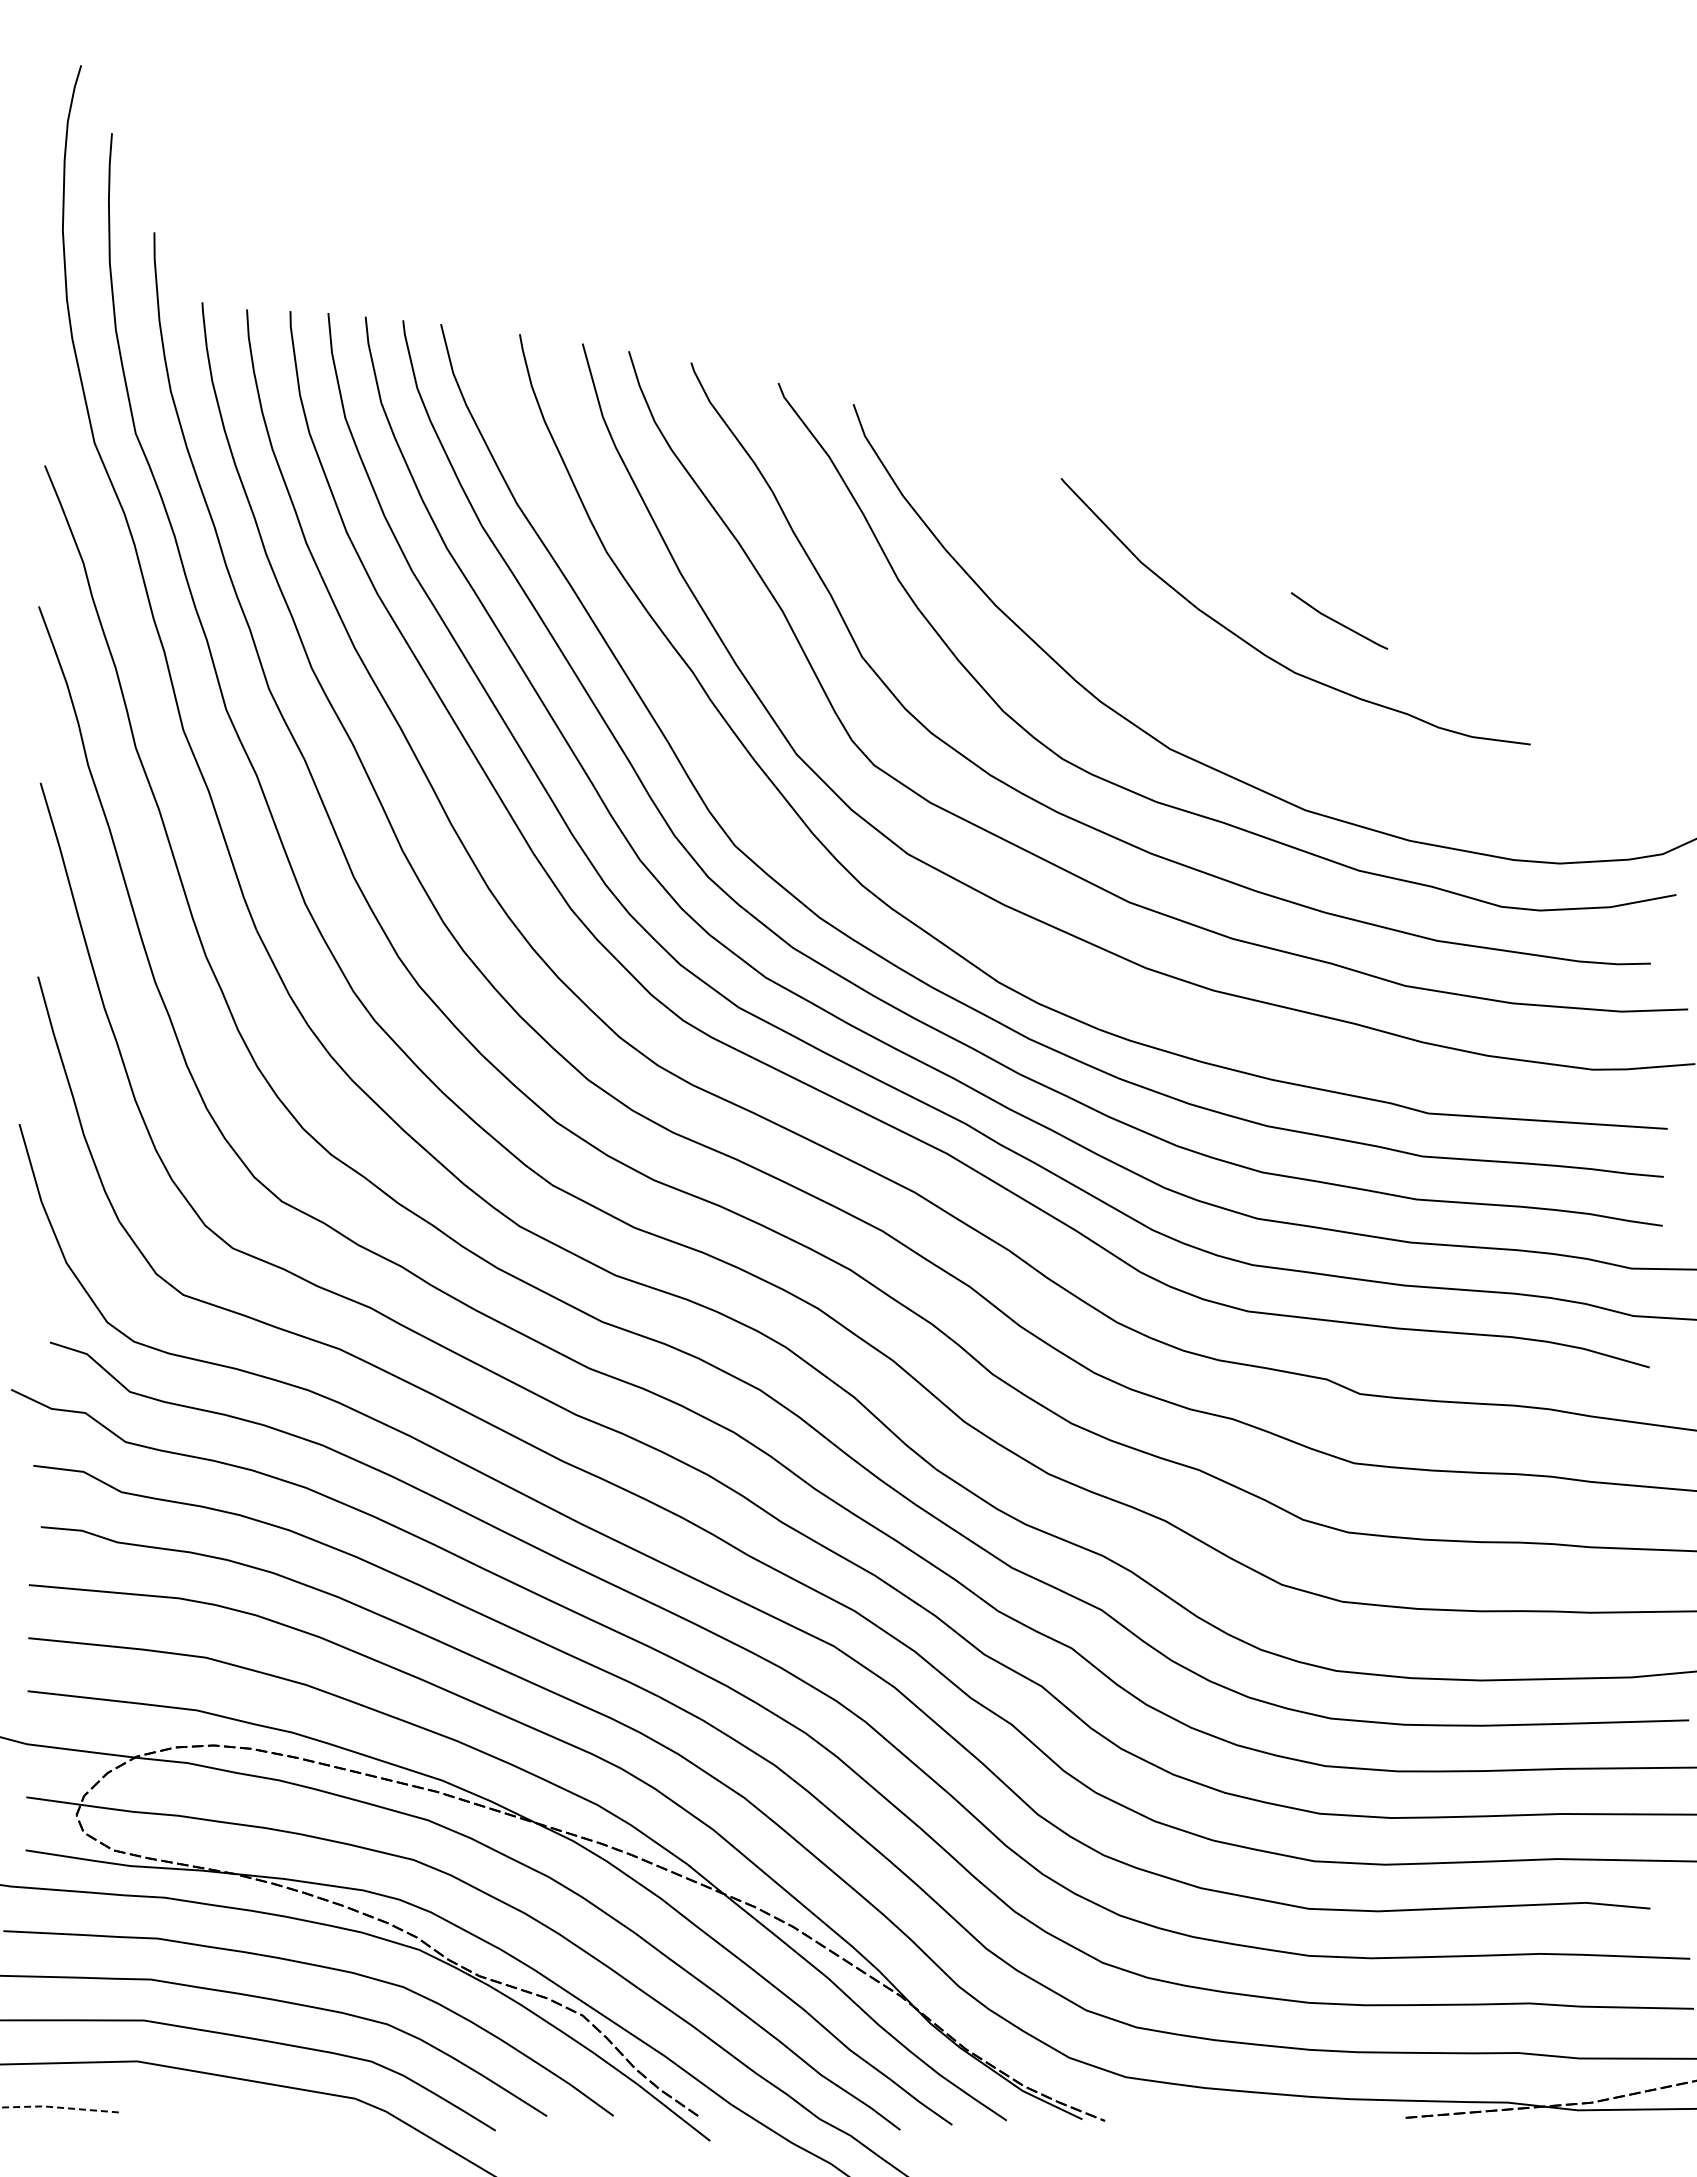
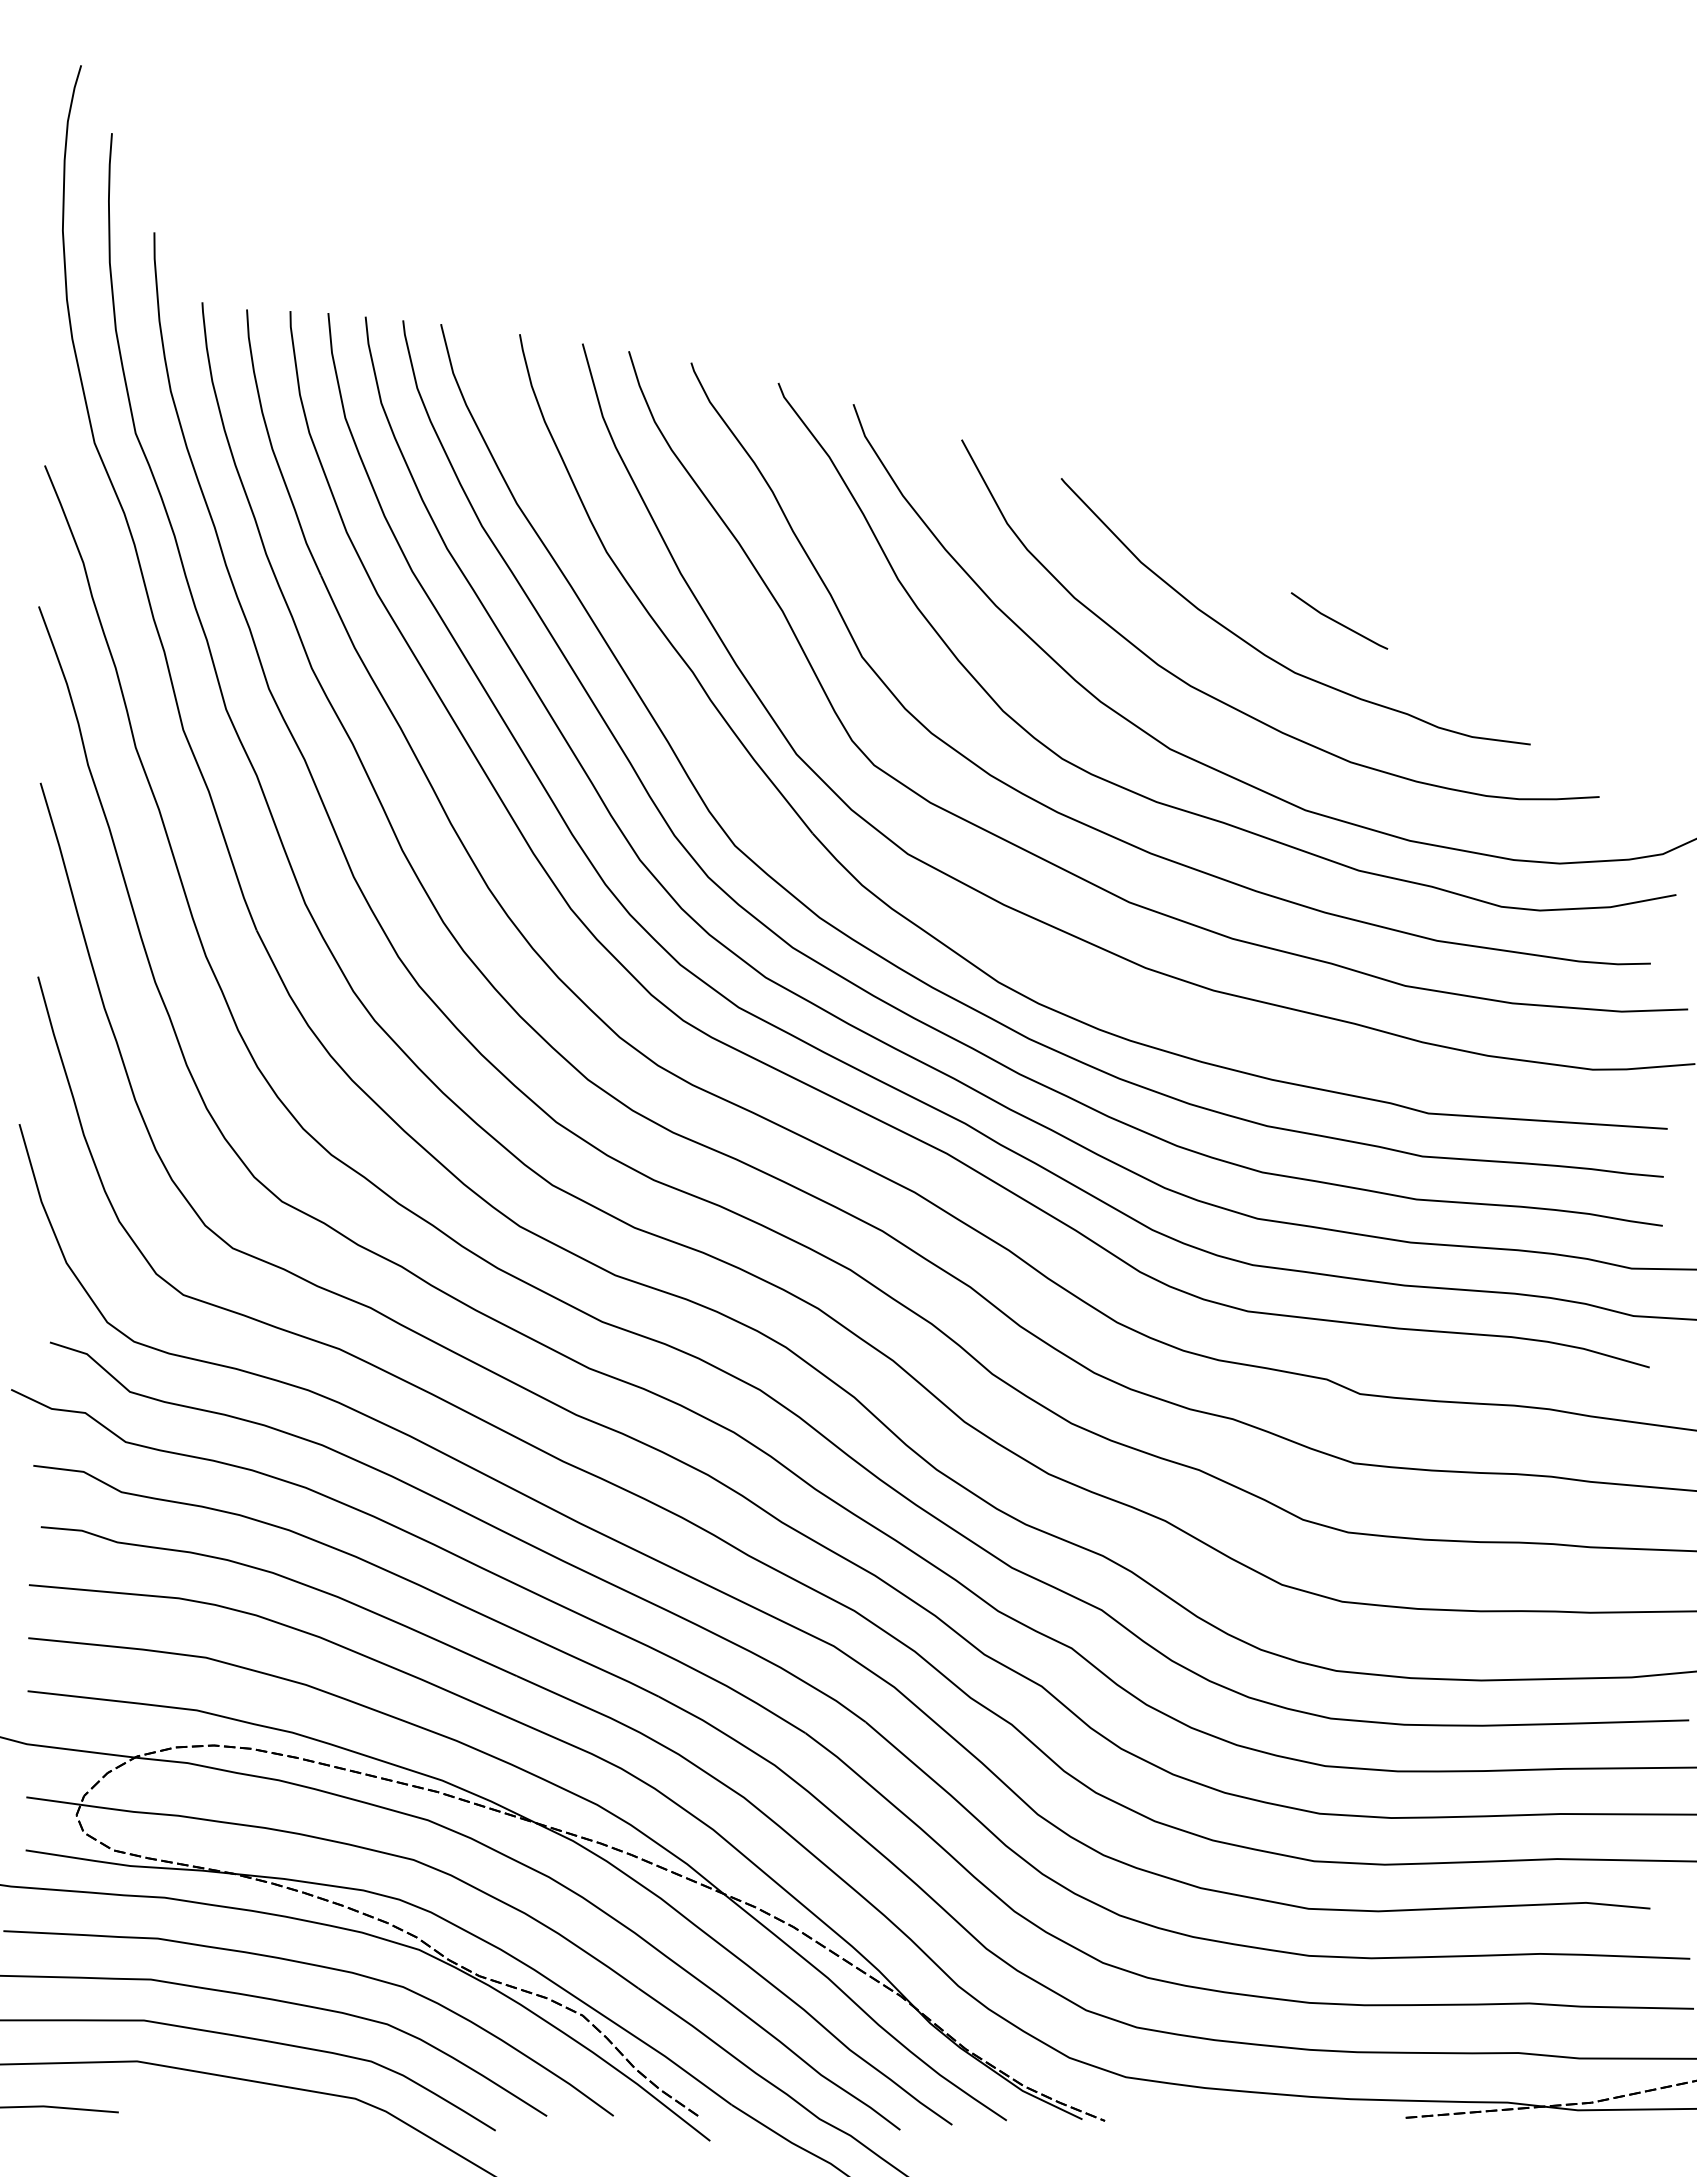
curve at (1235, 707): none -> present
line at (59, 2107): dashed -> solid
